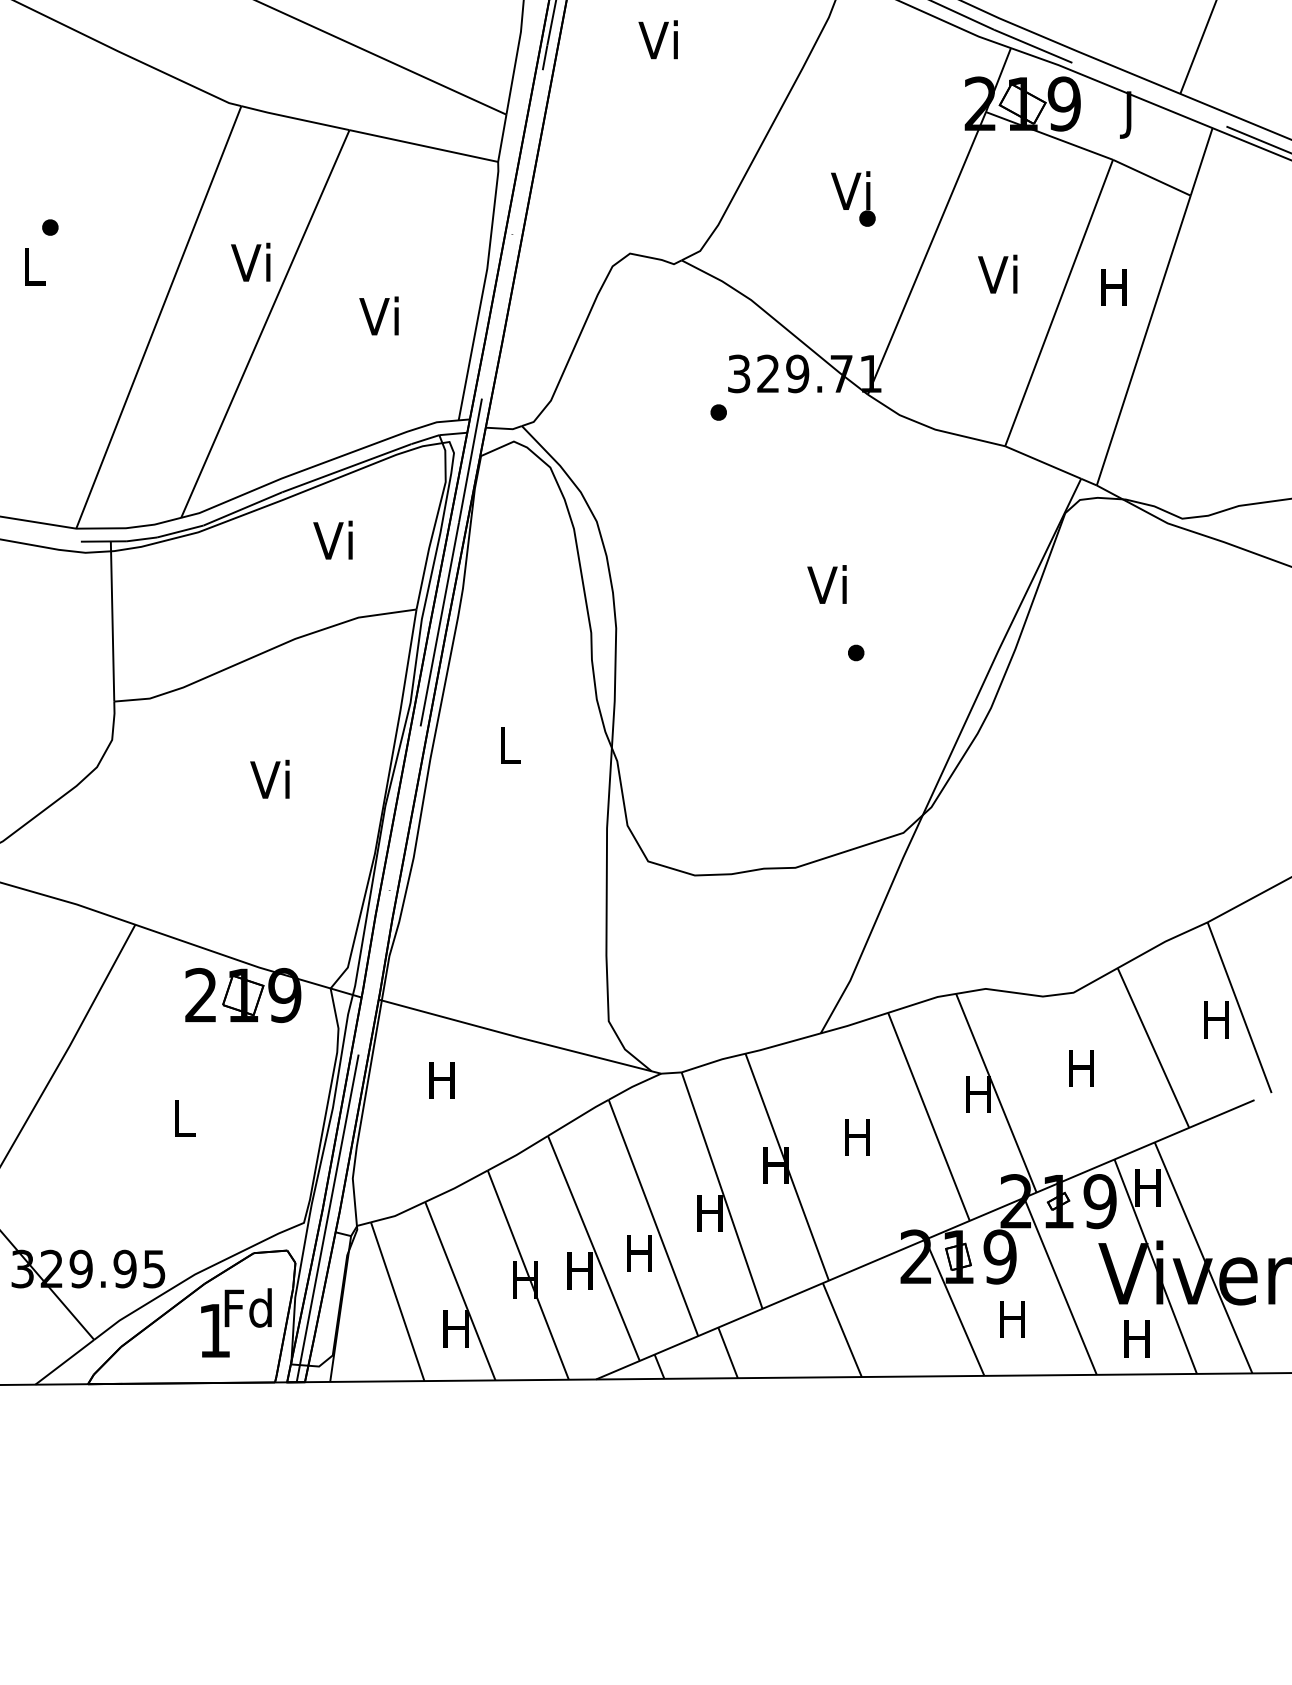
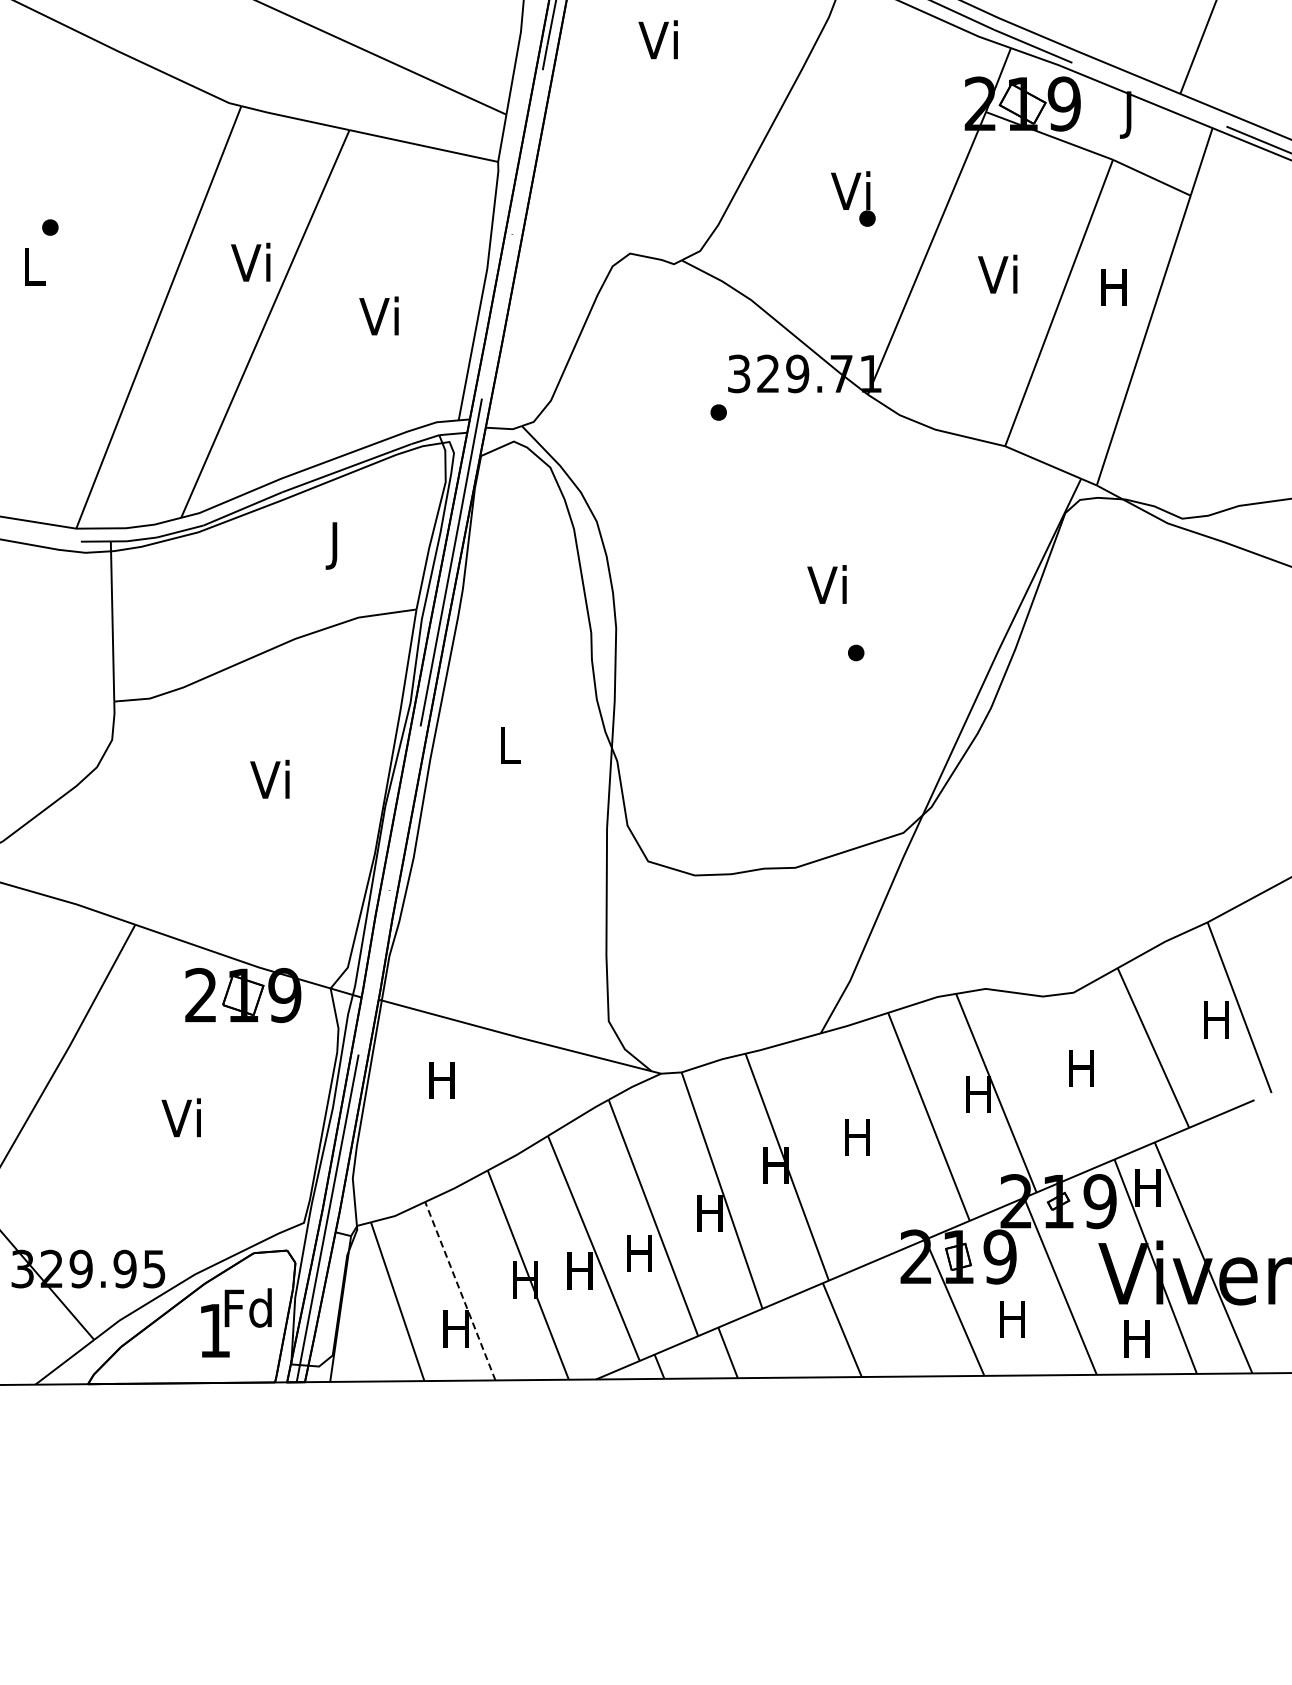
text at (332, 544): Vi -> J
text at (180, 1117): L -> Vi
line at (460, 1291): solid -> dashed
